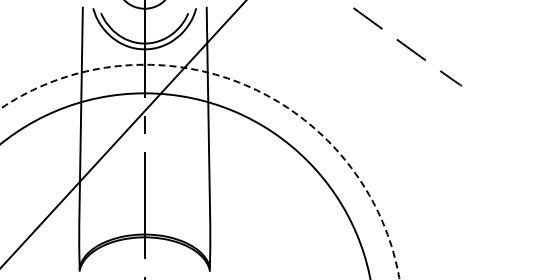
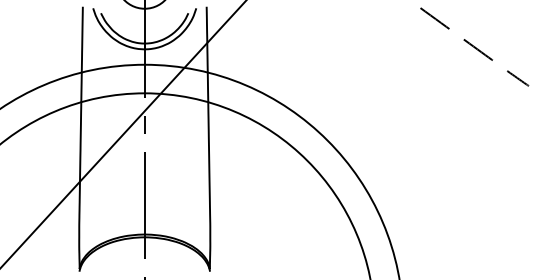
curve at (407, 46) position: (407, 46) -> (474, 46)
circle at (199, 171): dashed -> solid
